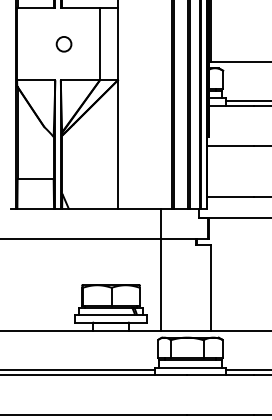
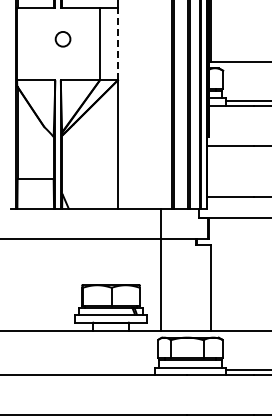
circle at (63, 44) position: (63, 44) -> (62, 39)
line at (117, 44): solid -> dashed
line at (78, 370): present -> none
